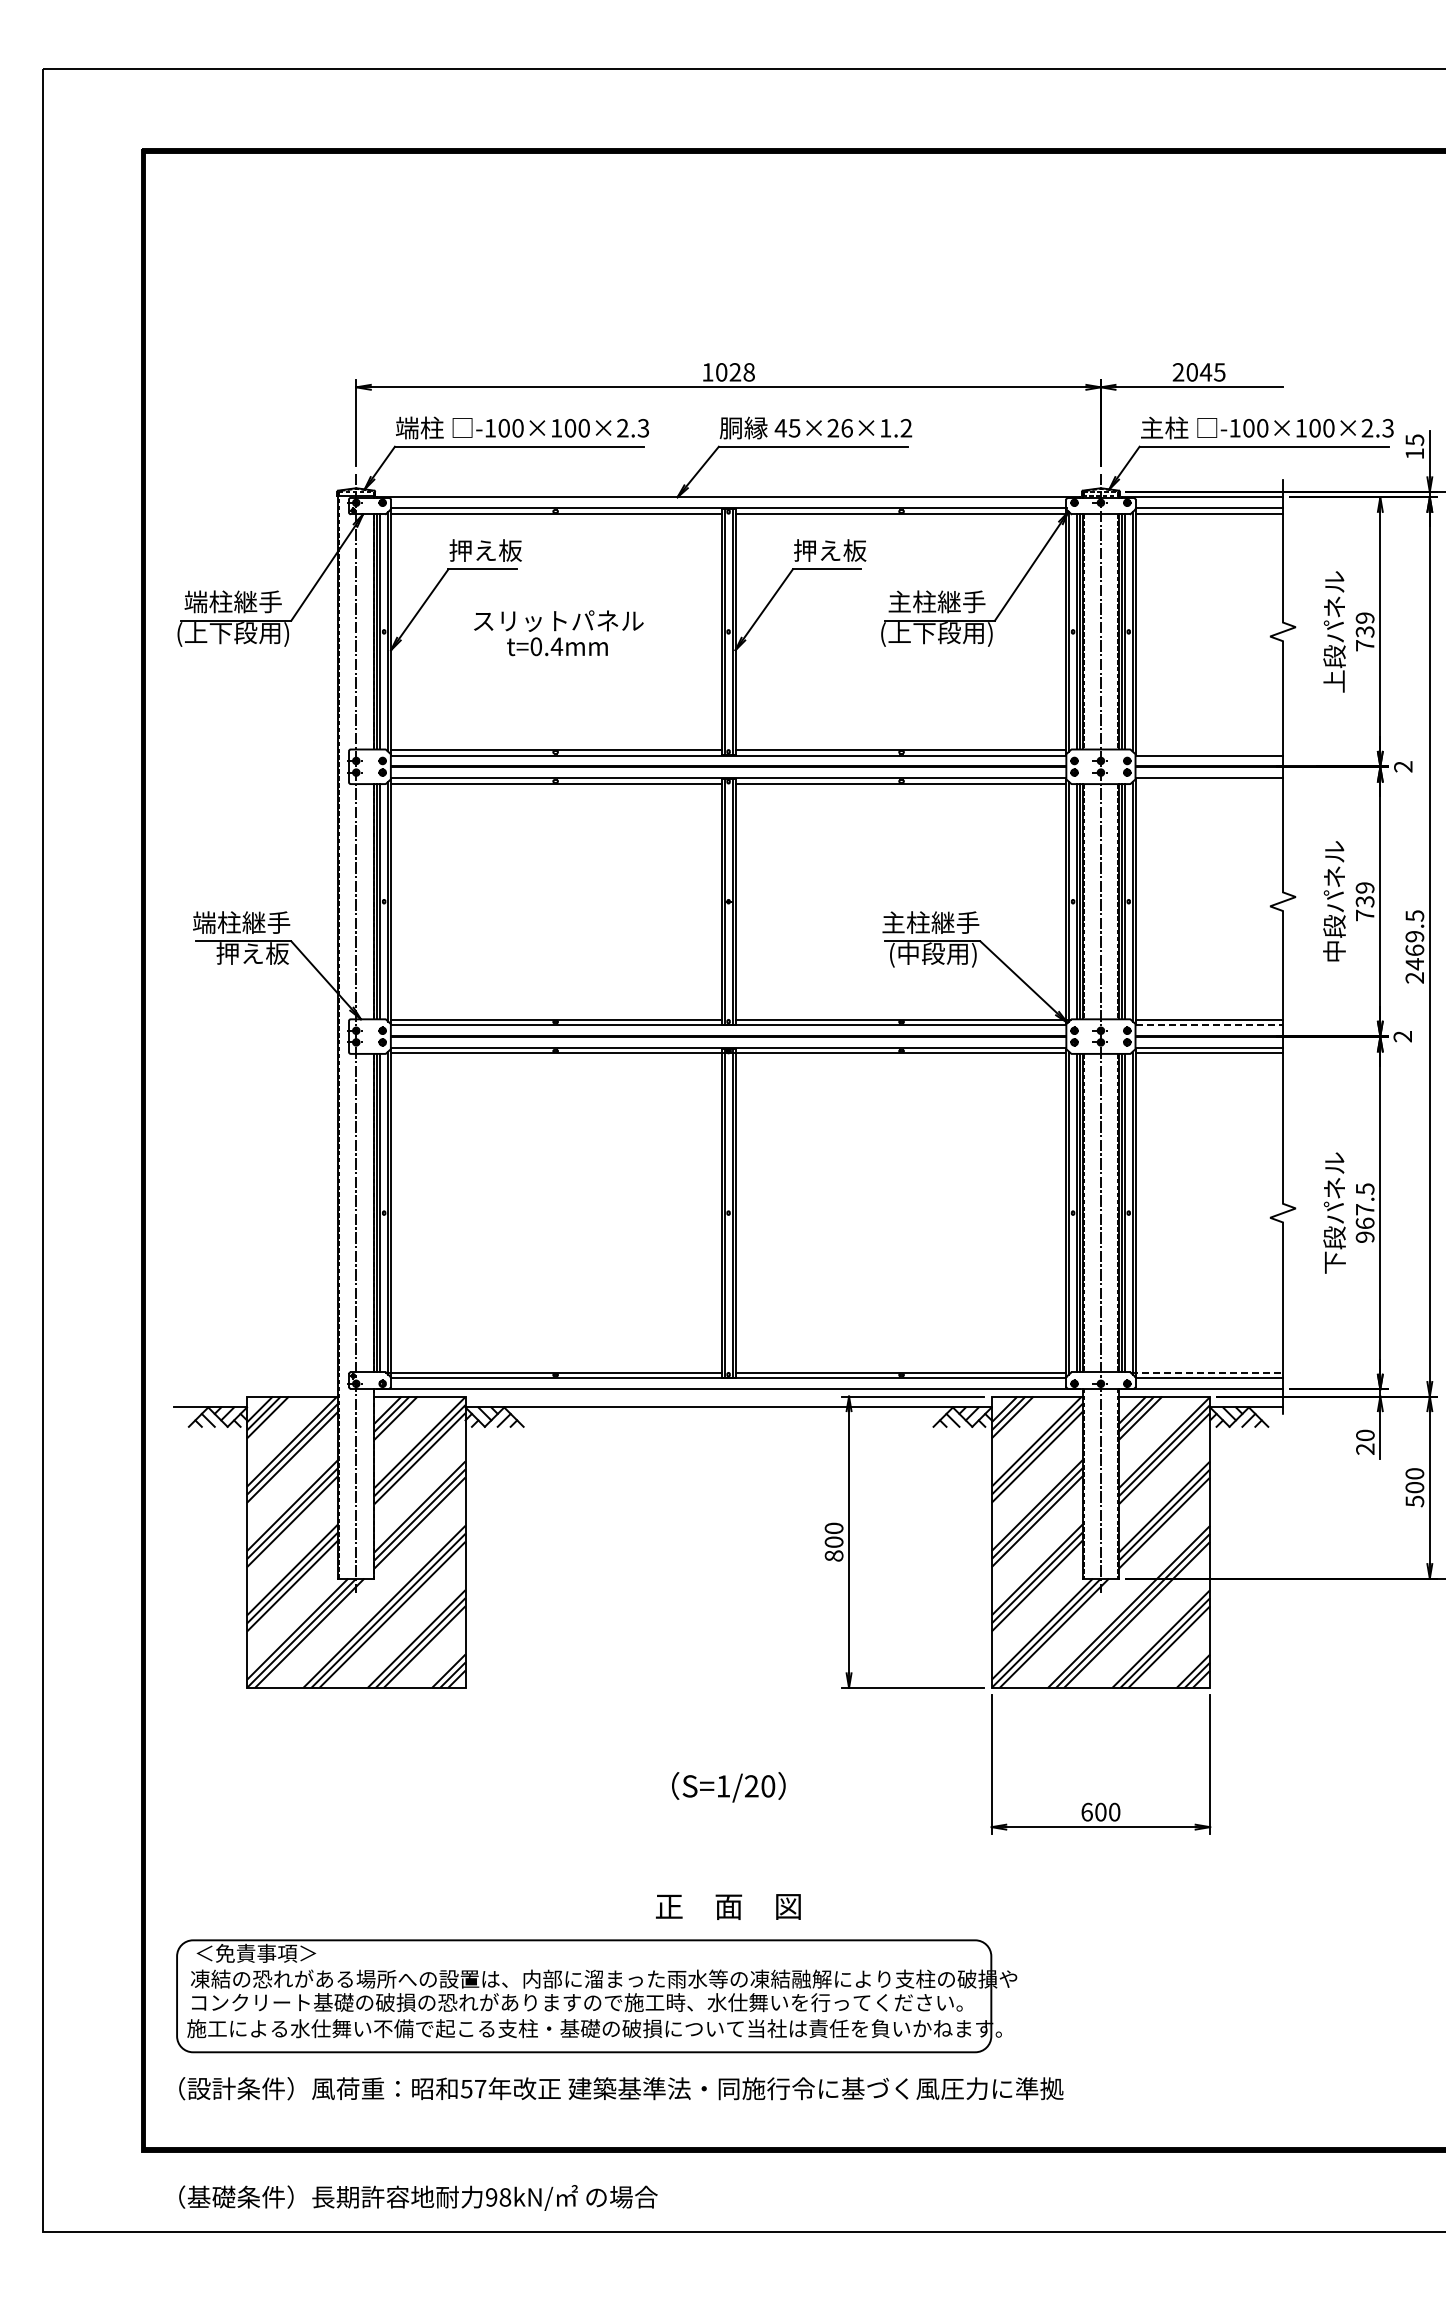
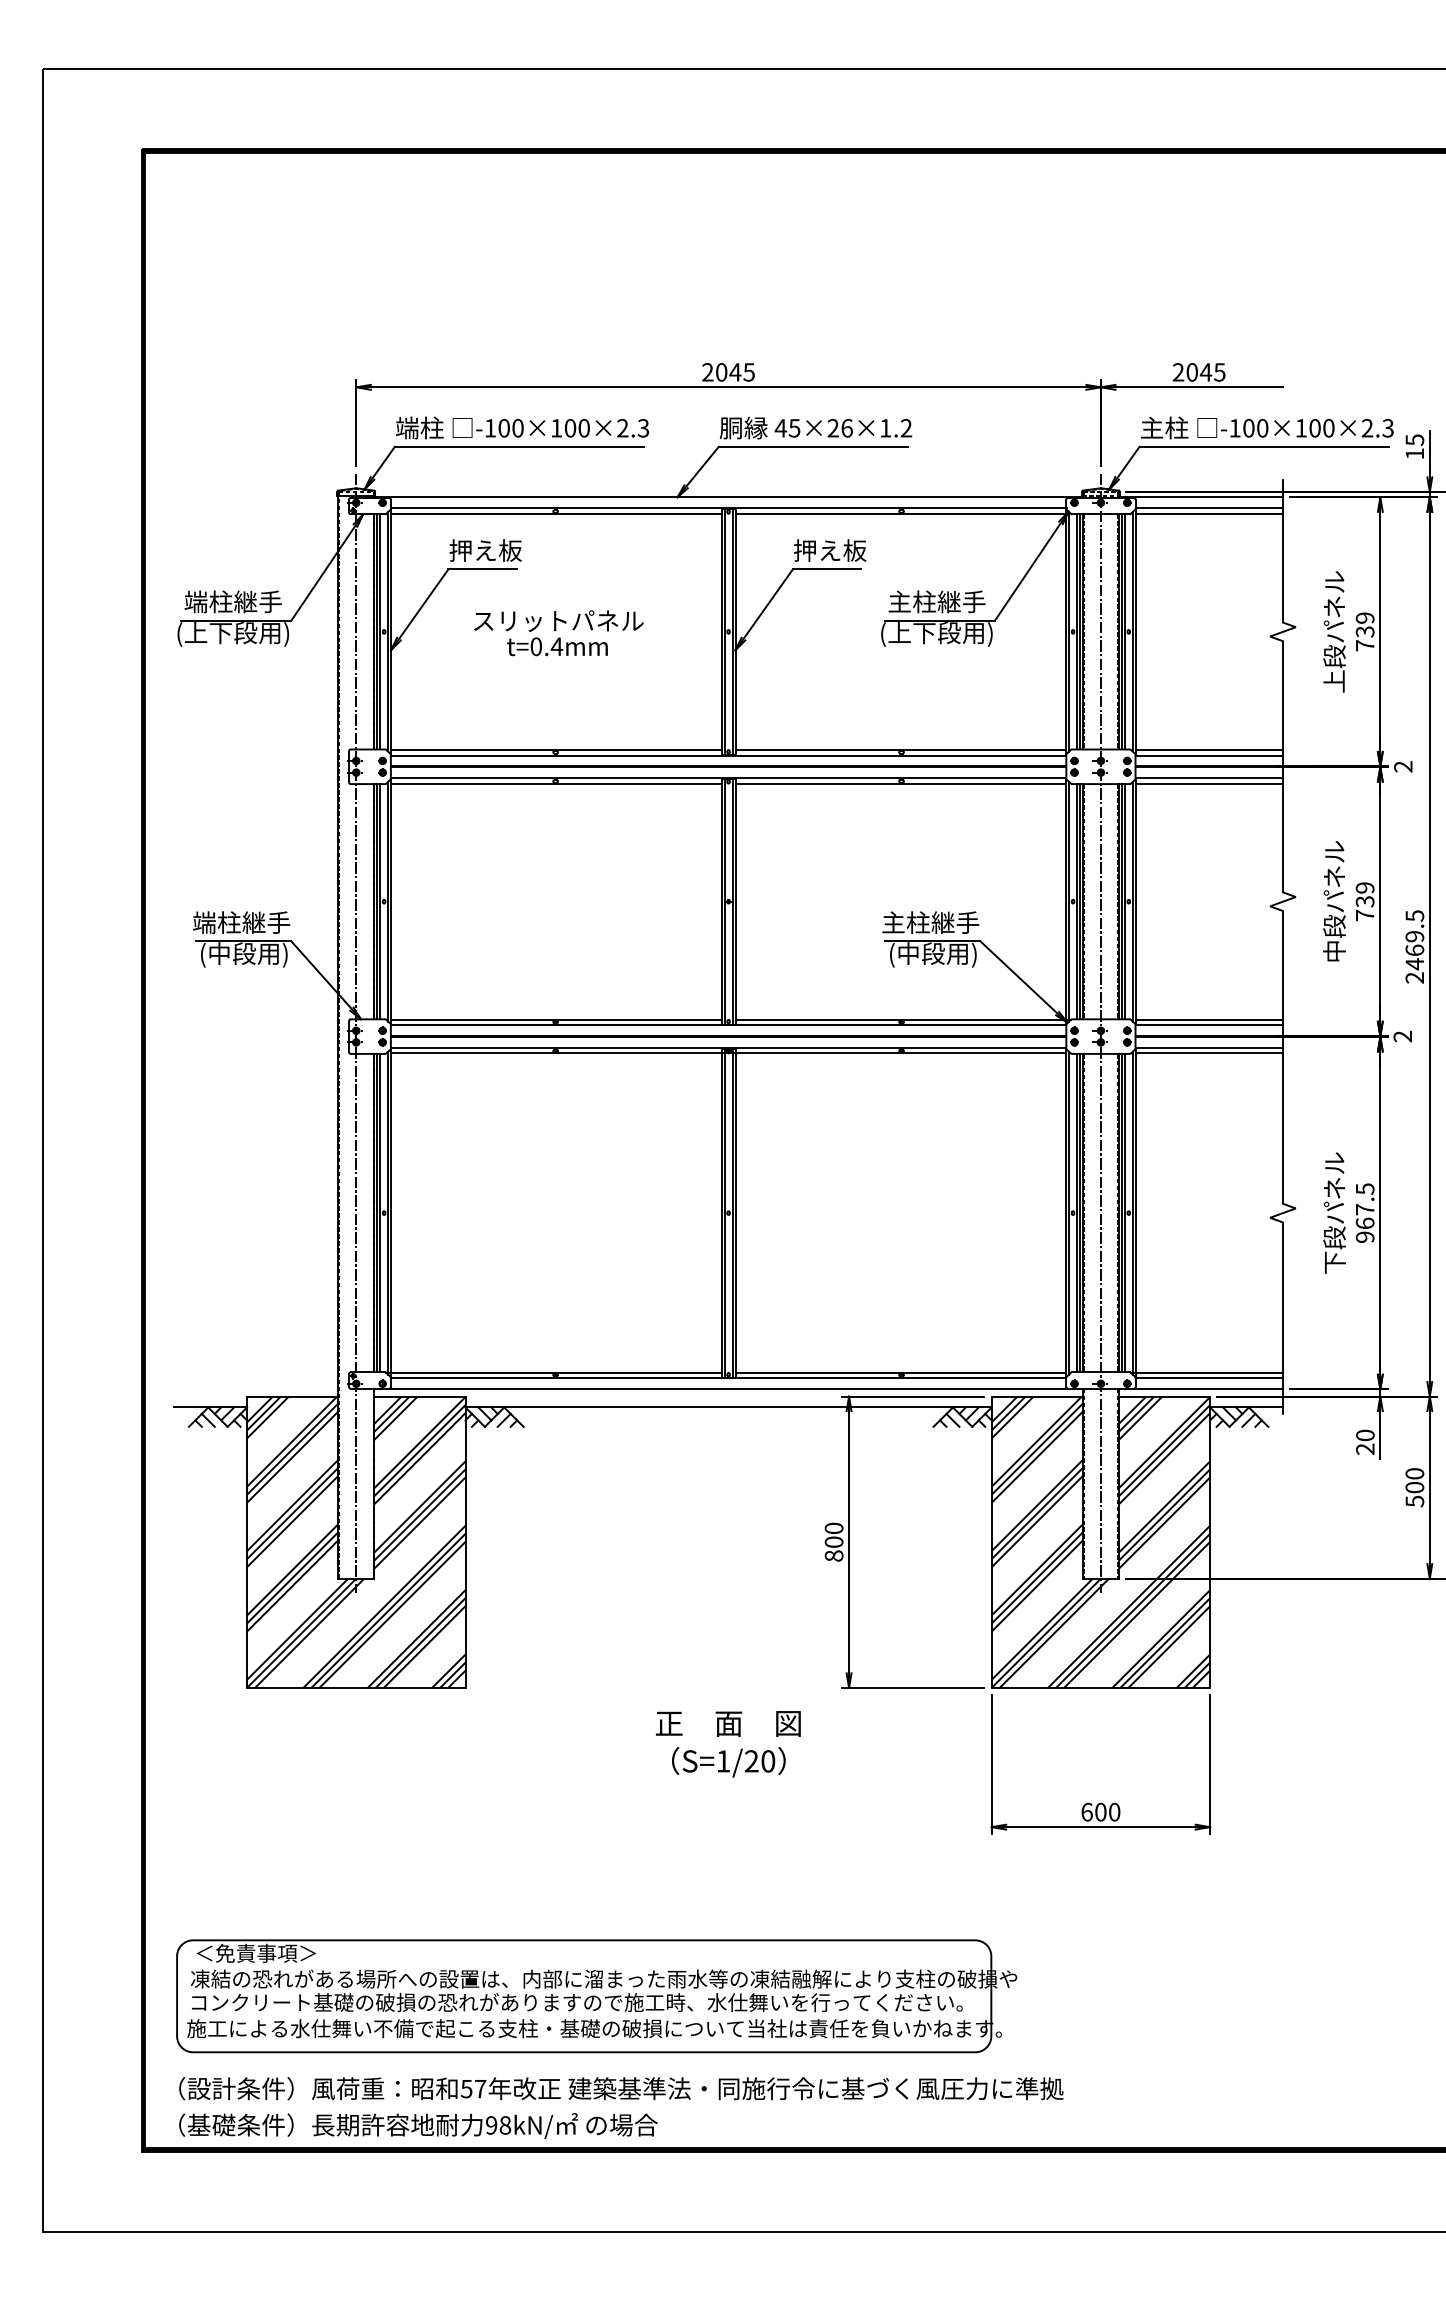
text at (728, 372): 1028 -> 2045
line at (1208, 750): none -> present
line at (1208, 783): none -> present
text at (244, 954): 押え板 -> (中段用)
line at (1209, 1025): dashed -> solid
line at (1207, 1372): dashed -> solid
text at (728, 1787) position: (728, 1787) -> (728, 1762)
text at (728, 1906) position: (728, 1906) -> (728, 1723)
text at (418, 2197) position: (418, 2197) -> (418, 2125)
